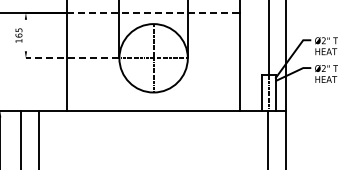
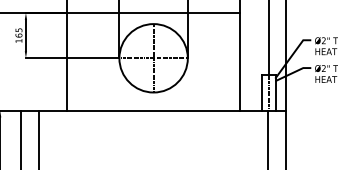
line at (153, 13): dashed -> solid
line at (25, 35): none -> present
line at (72, 58): dashed -> solid
